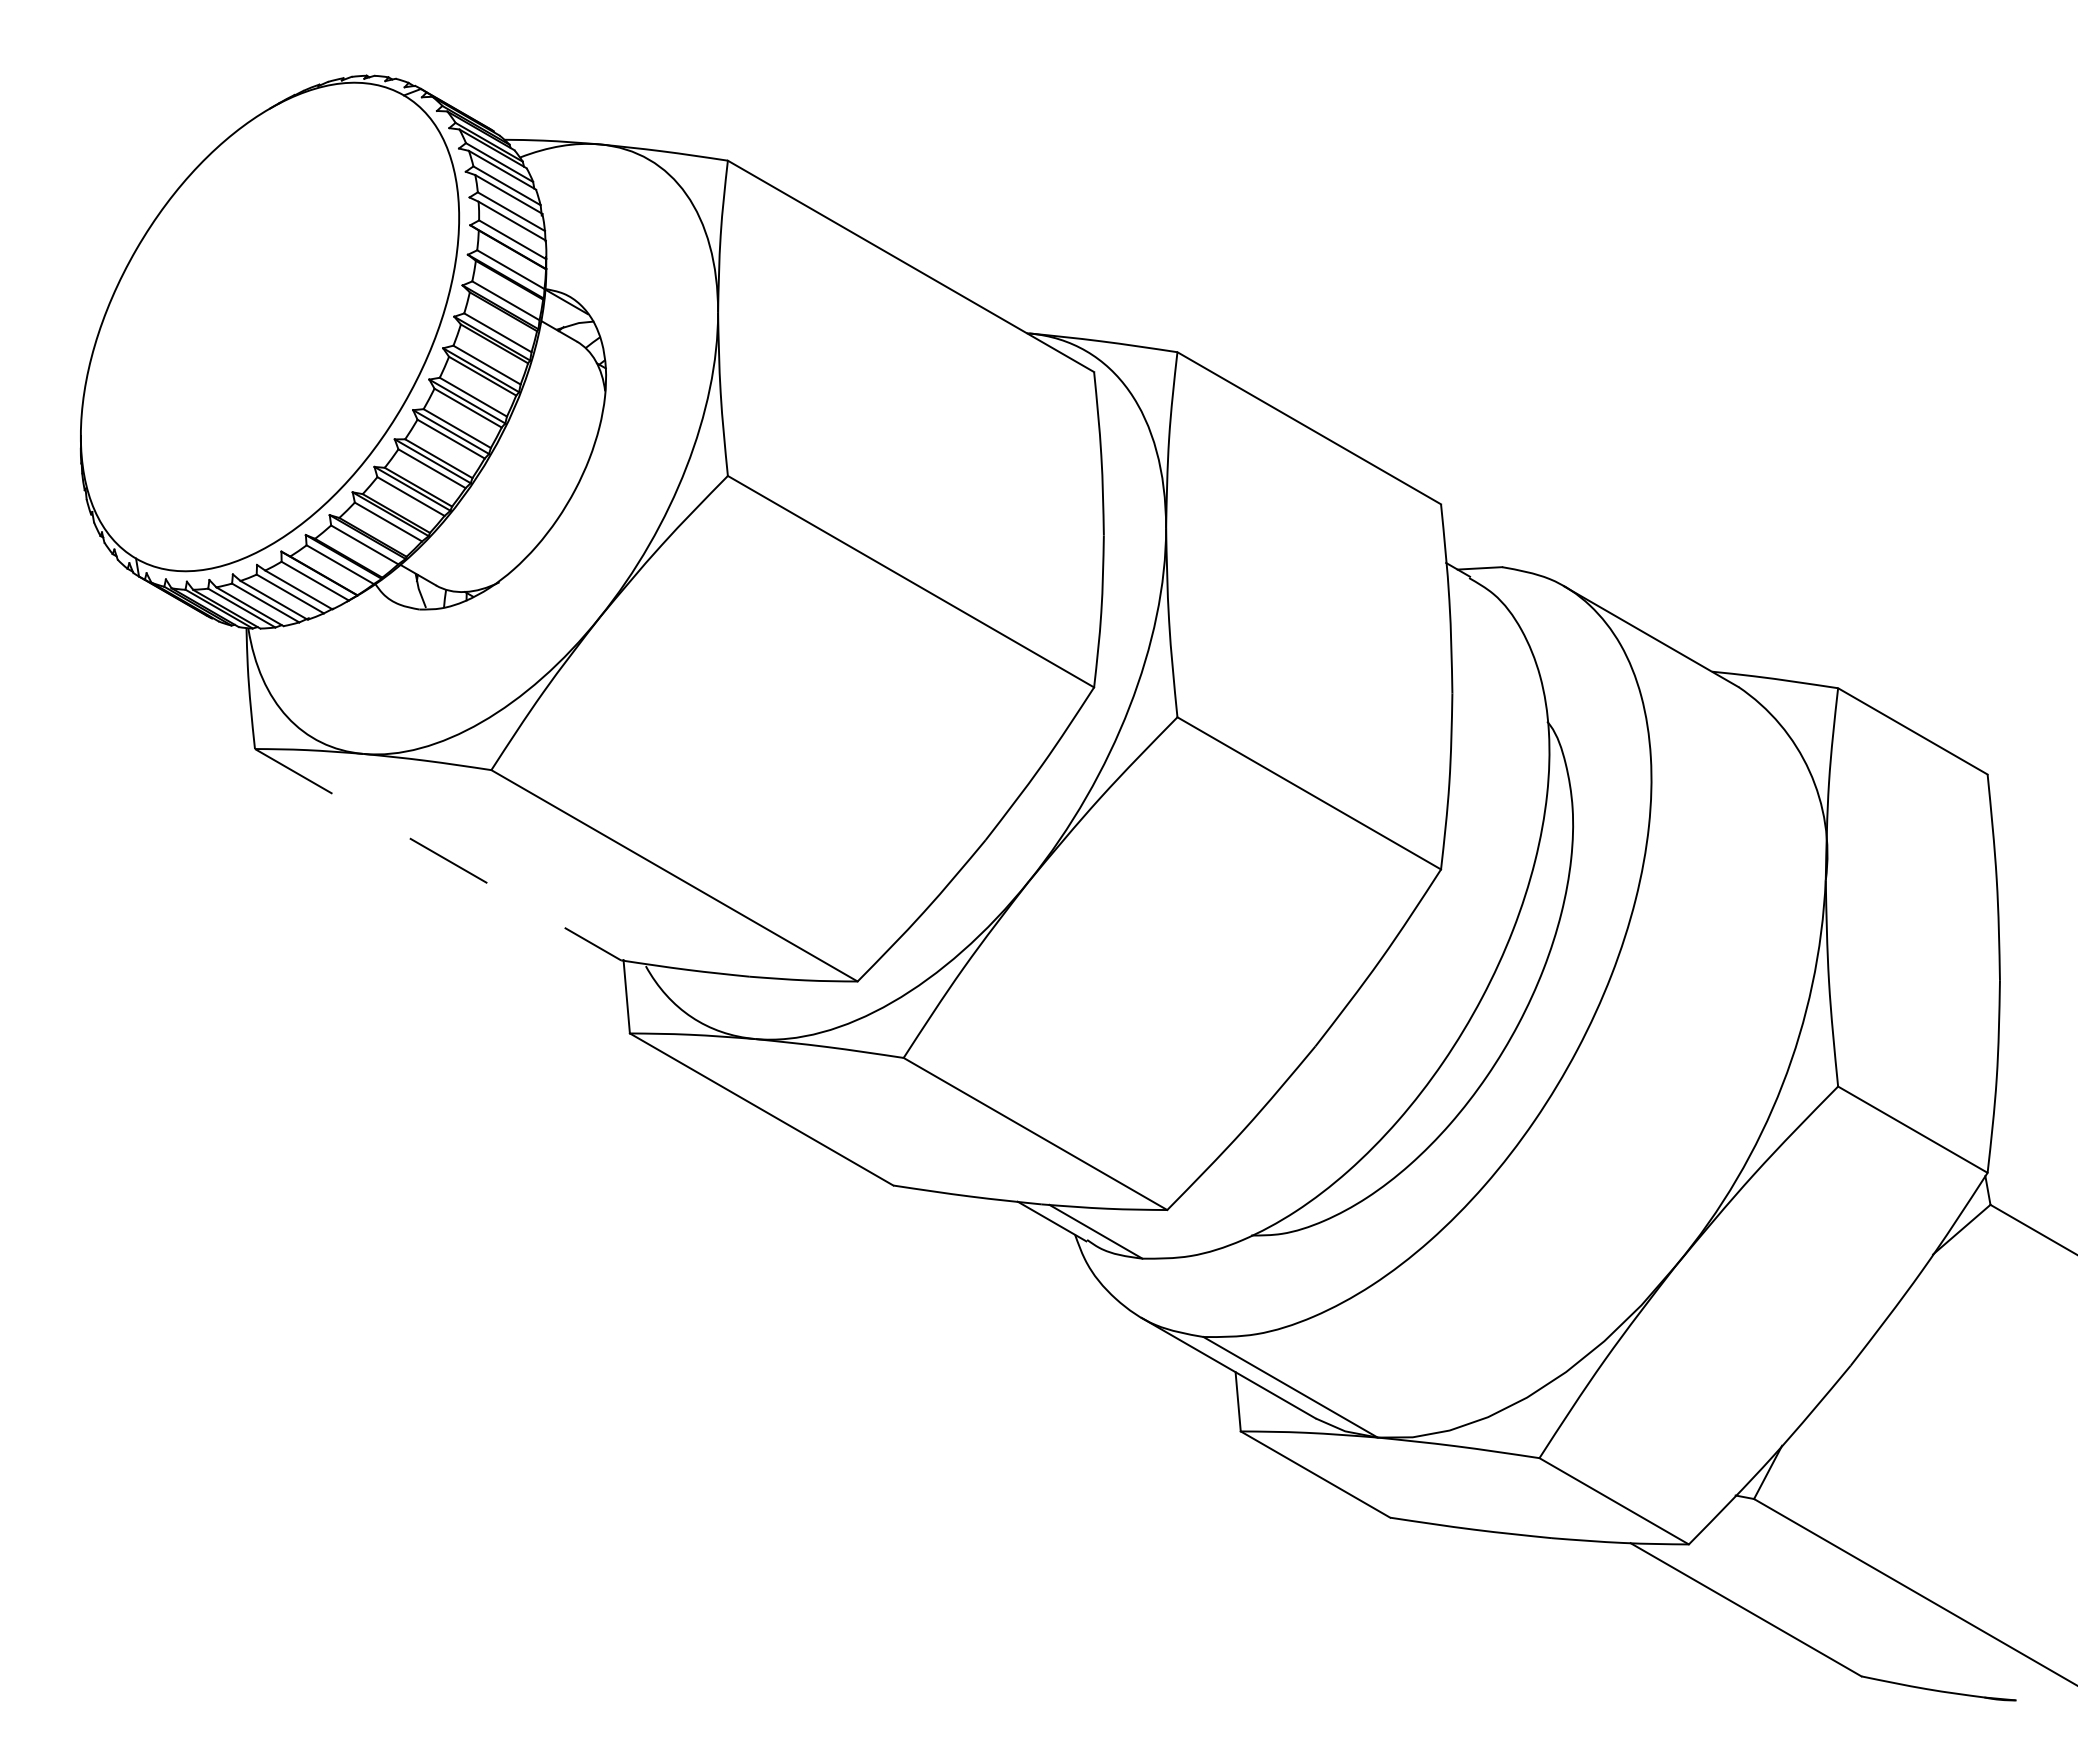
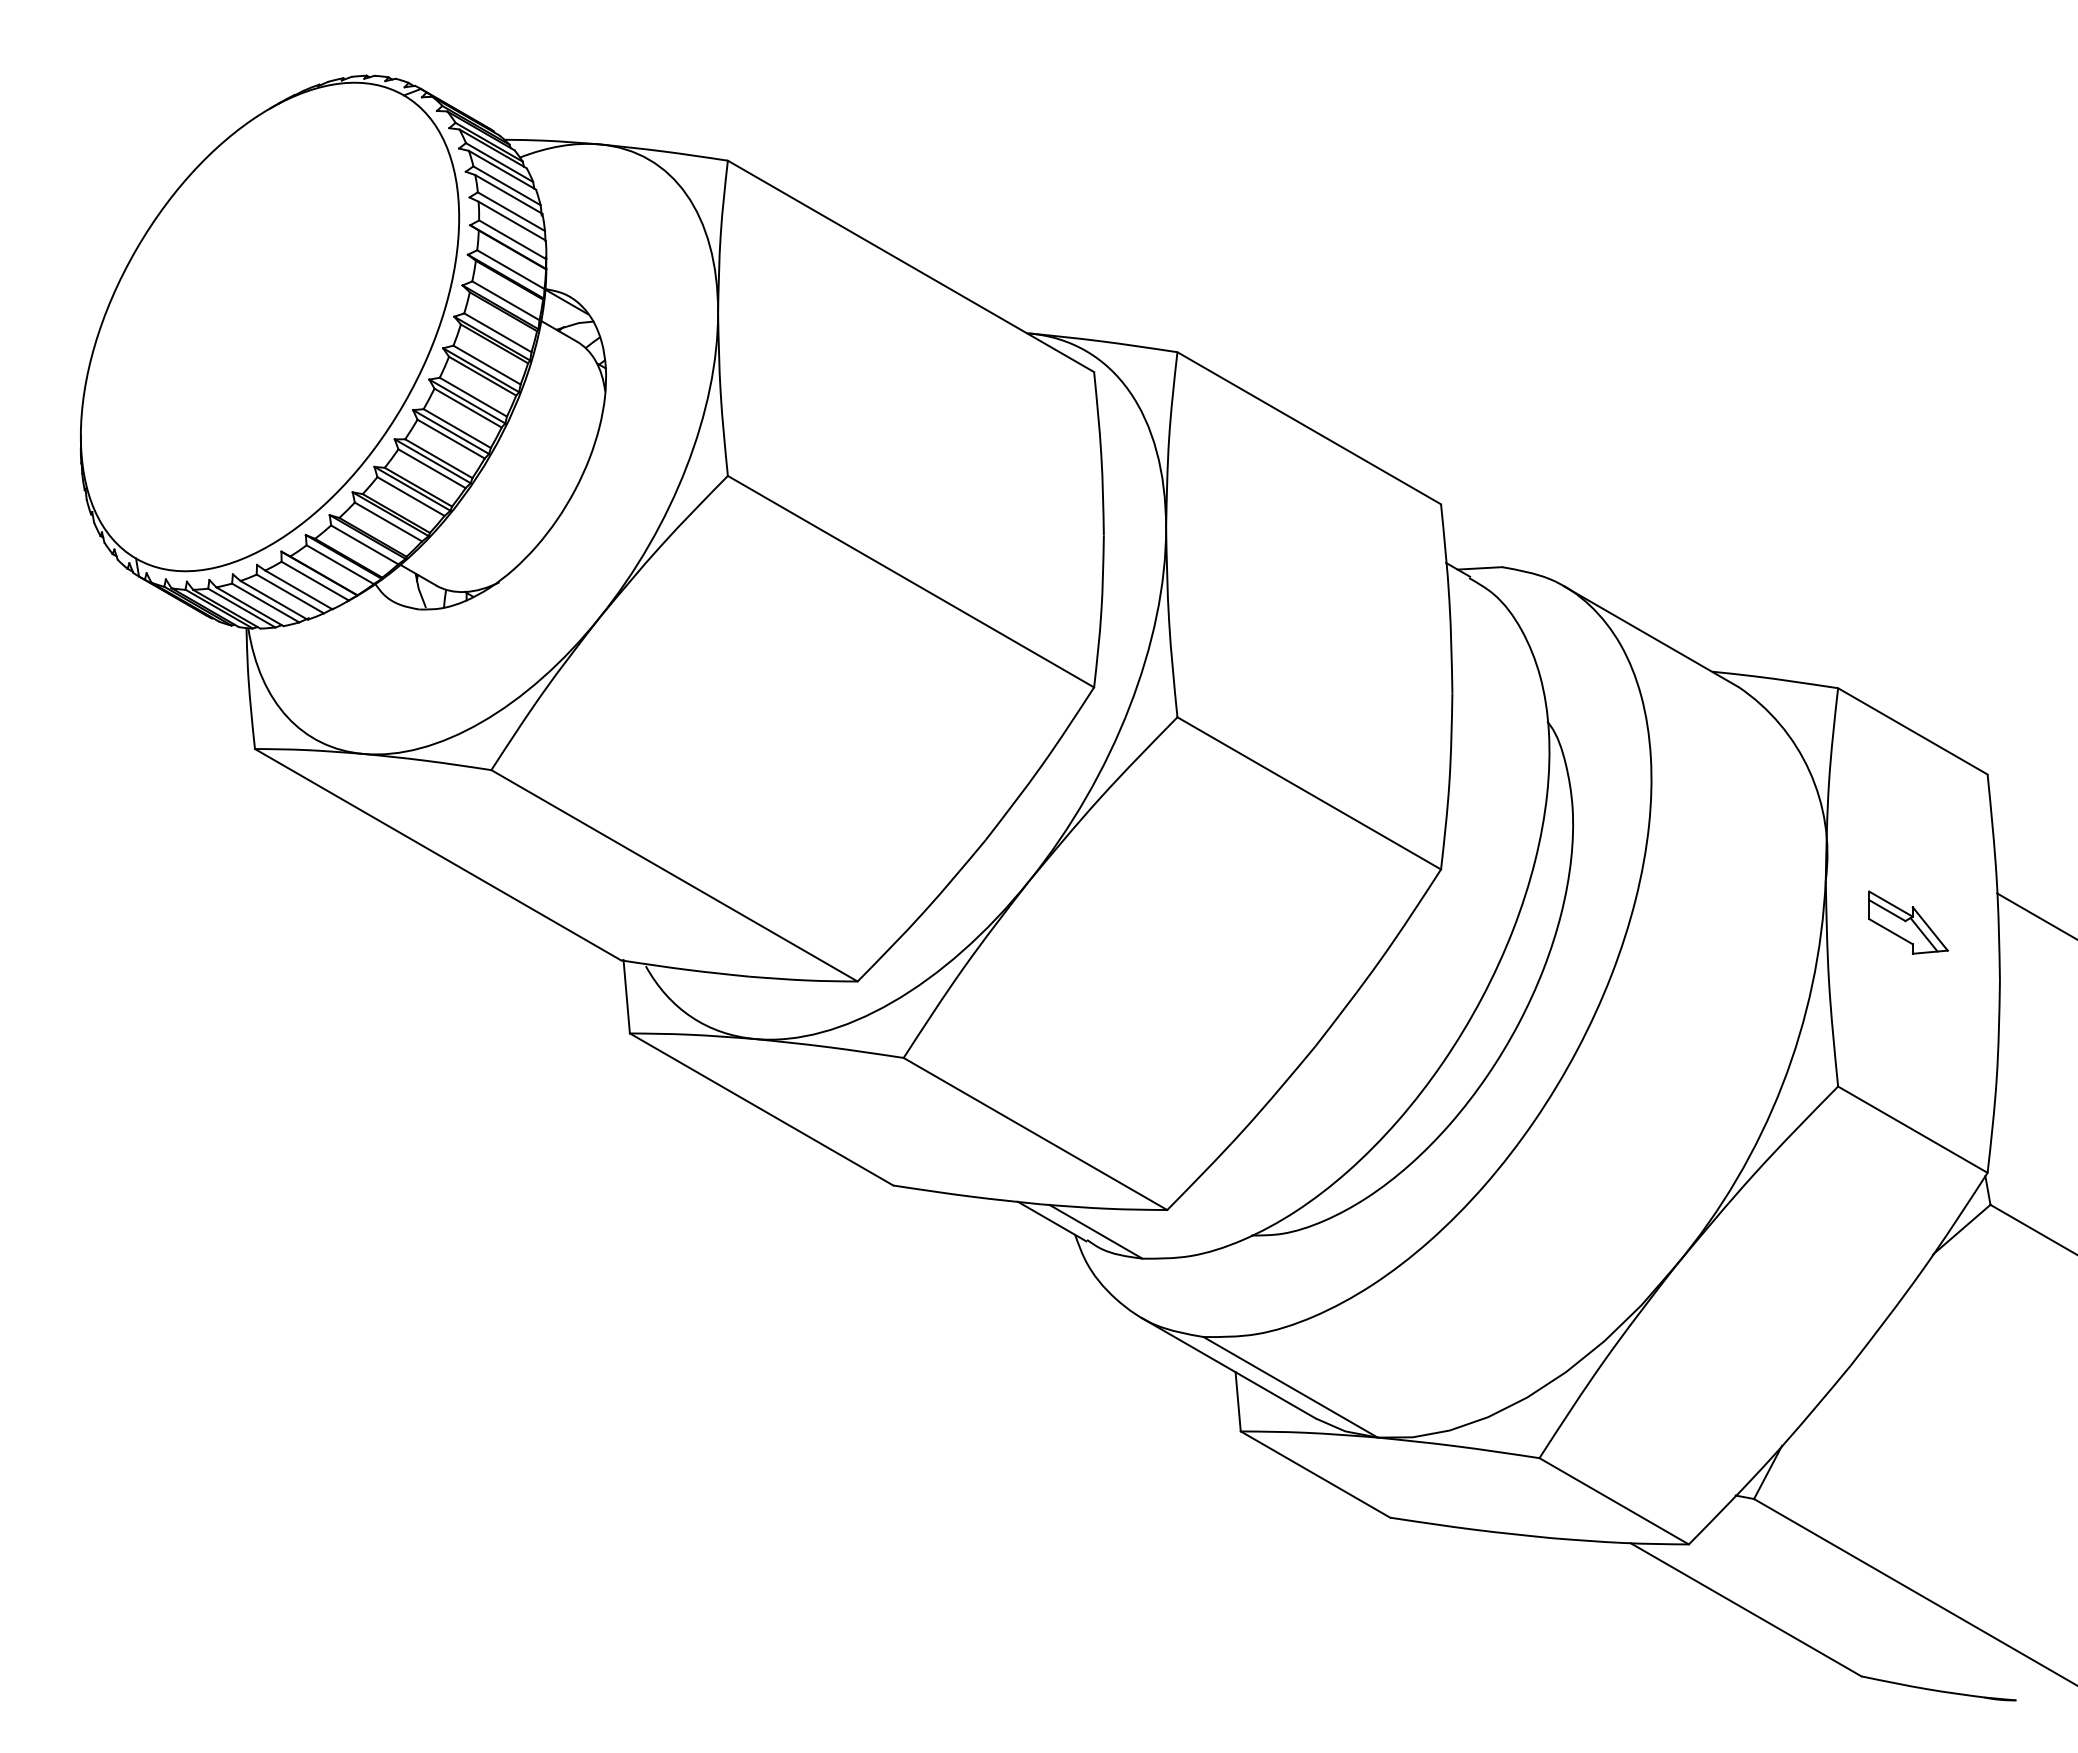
line at (438, 854): dashed -> solid
line at (2035, 915): none -> present
part at (1908, 922): none -> present
